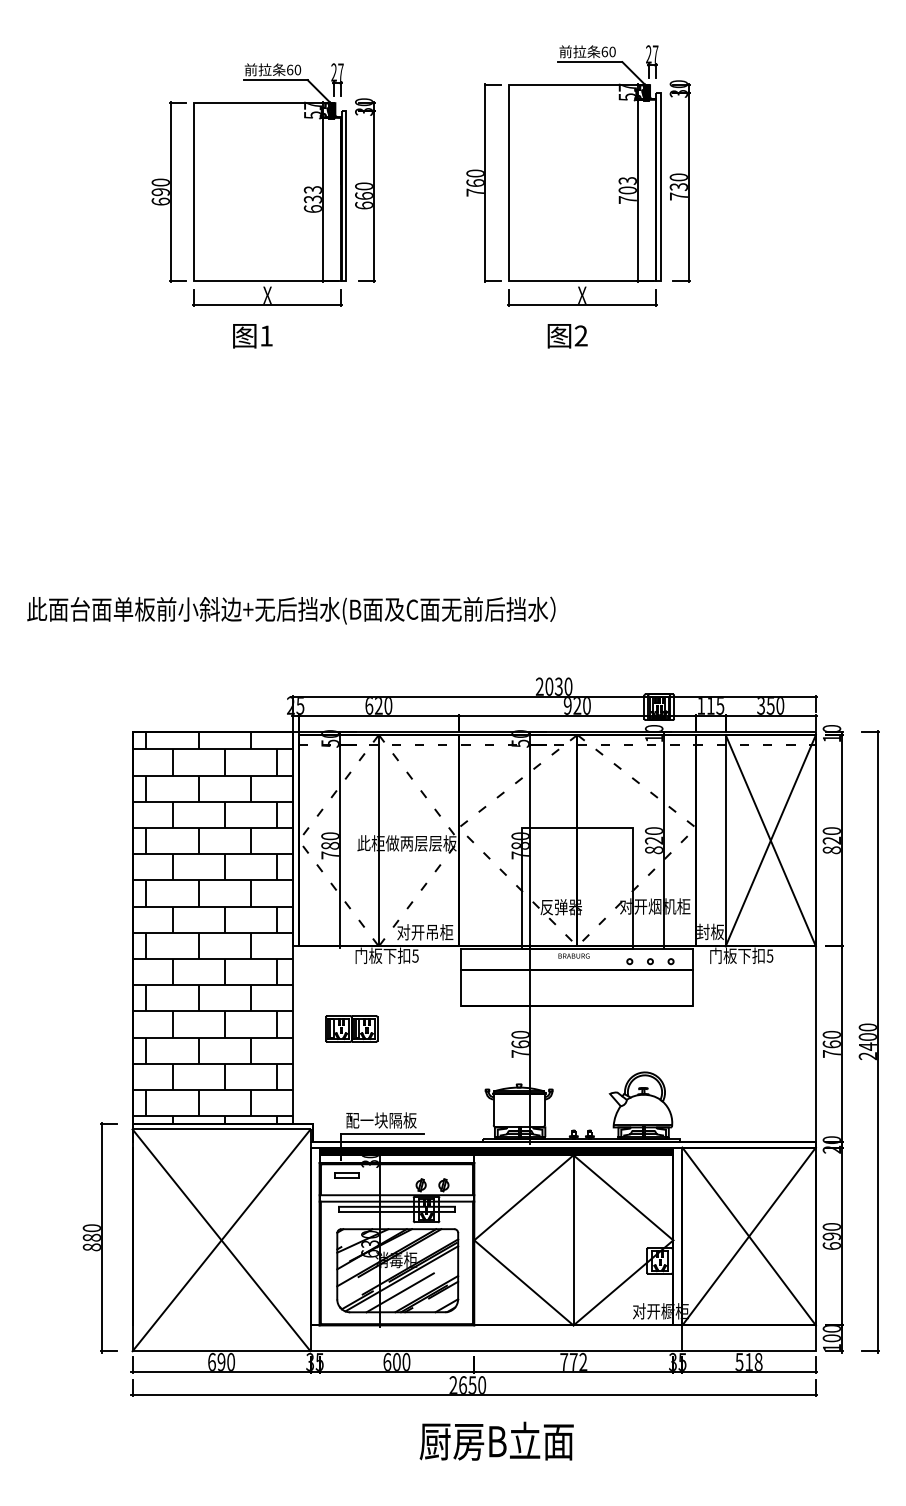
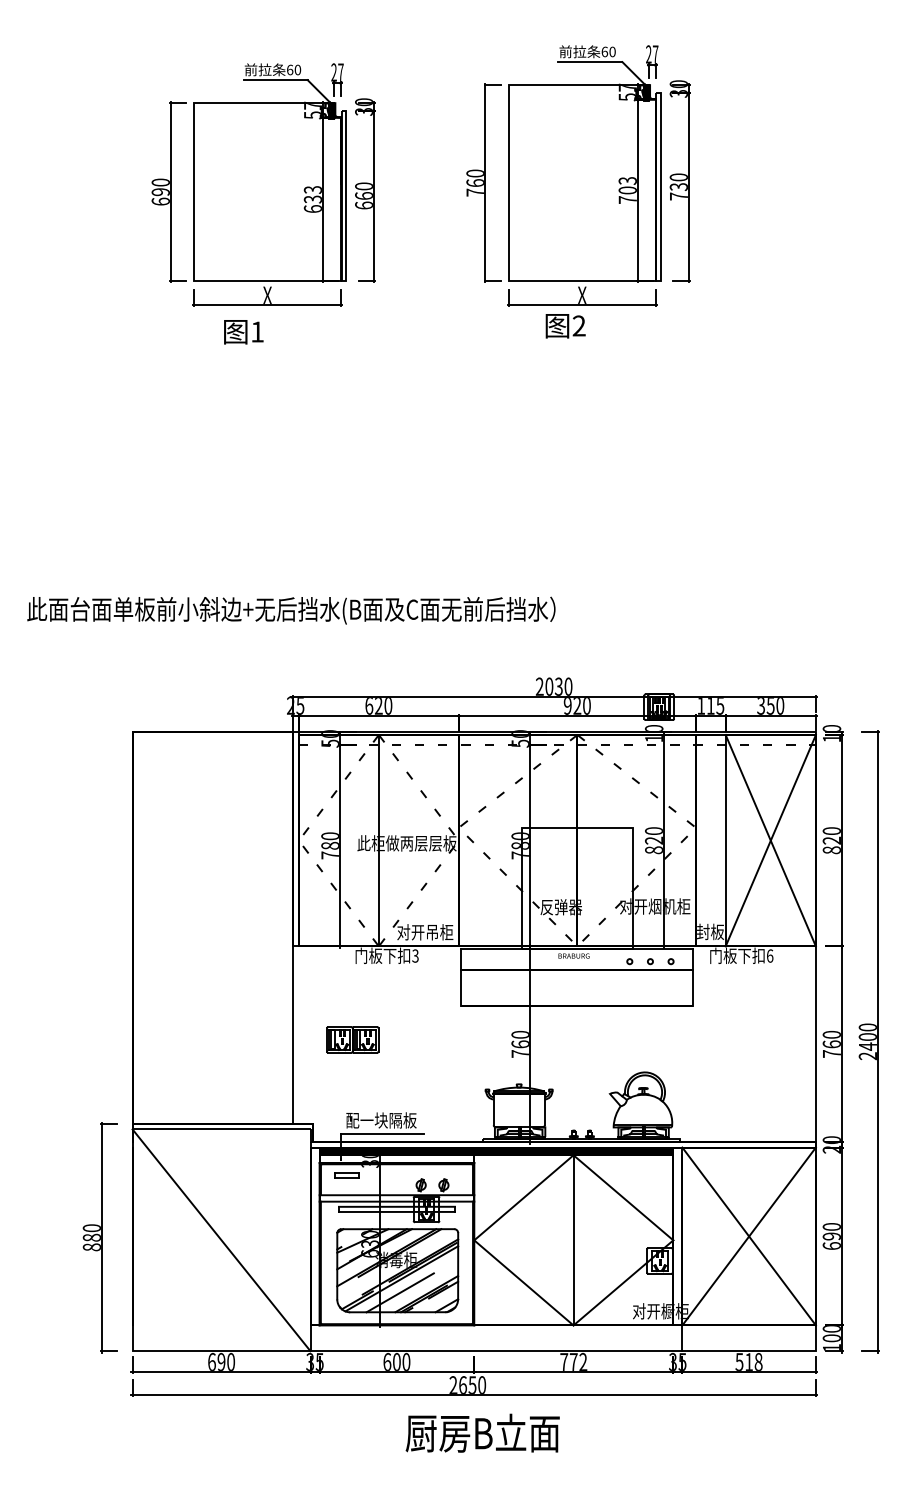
text at (252, 336) position: (252, 336) -> (243, 332)
text at (567, 336) position: (567, 336) -> (565, 326)
hatch at (212, 928): present -> none
text at (415, 955): 5 -> 3
text at (769, 955): 5 -> 6
part at (351, 1028) position: (351, 1028) -> (352, 1039)
line at (221, 1240): present -> none
text at (496, 1440) position: (496, 1440) -> (482, 1432)
